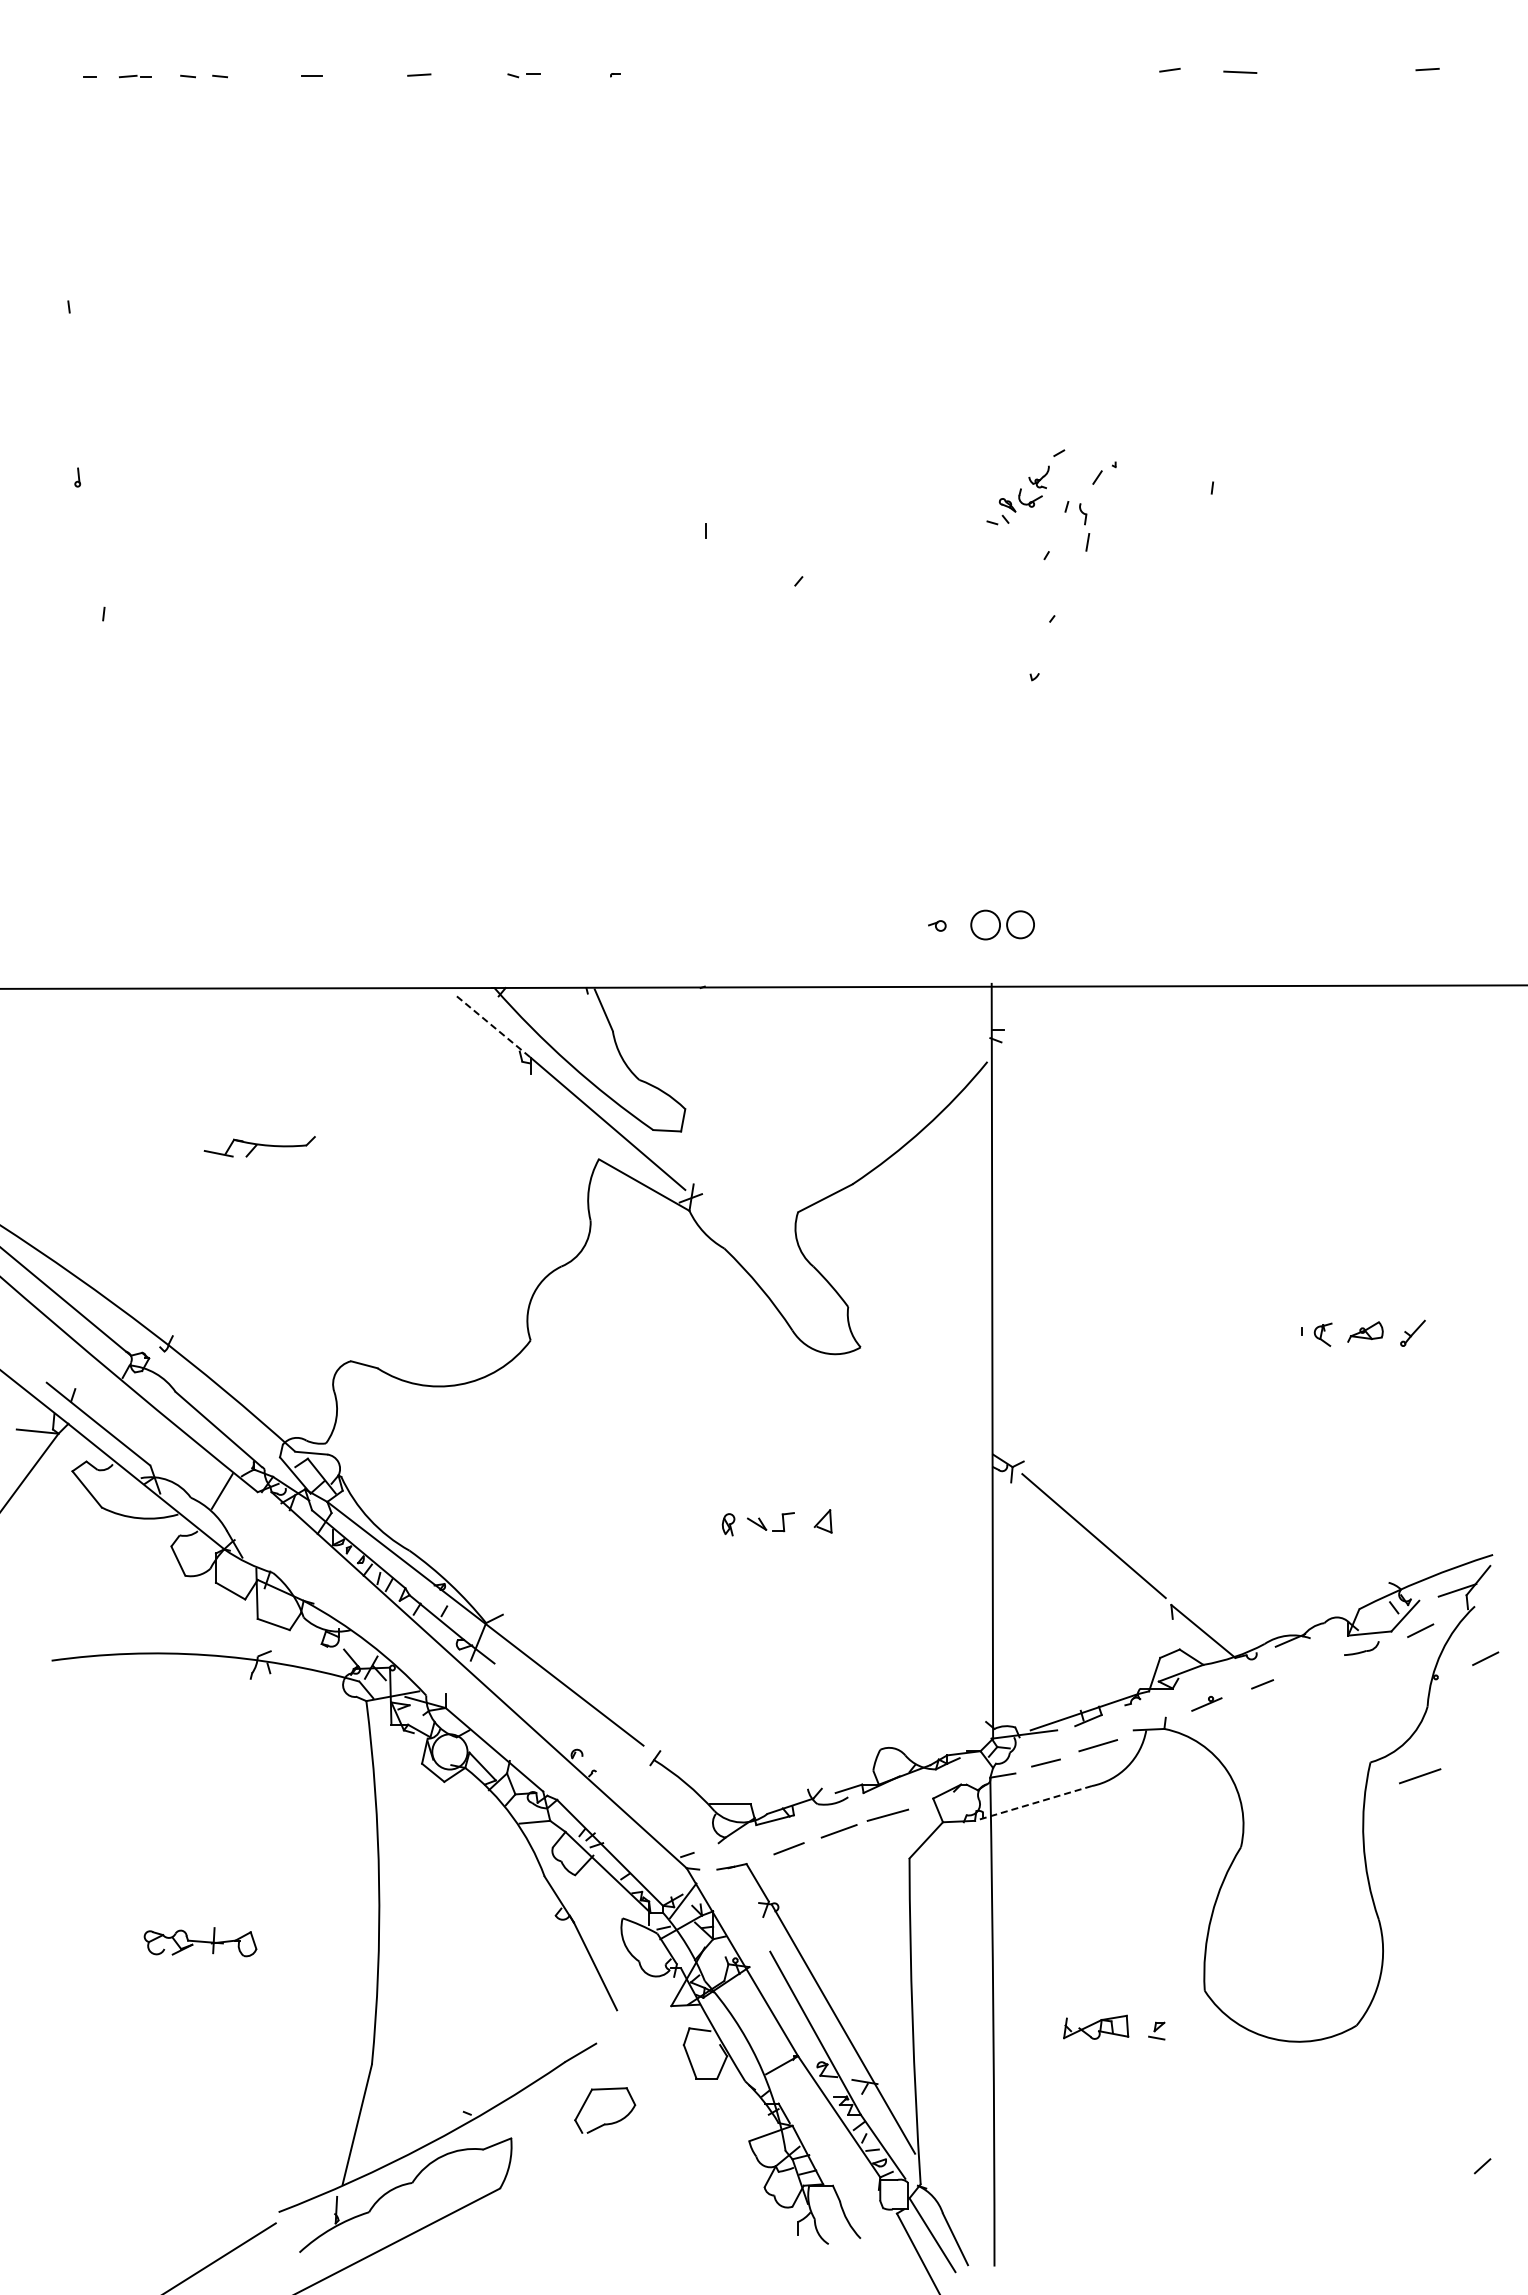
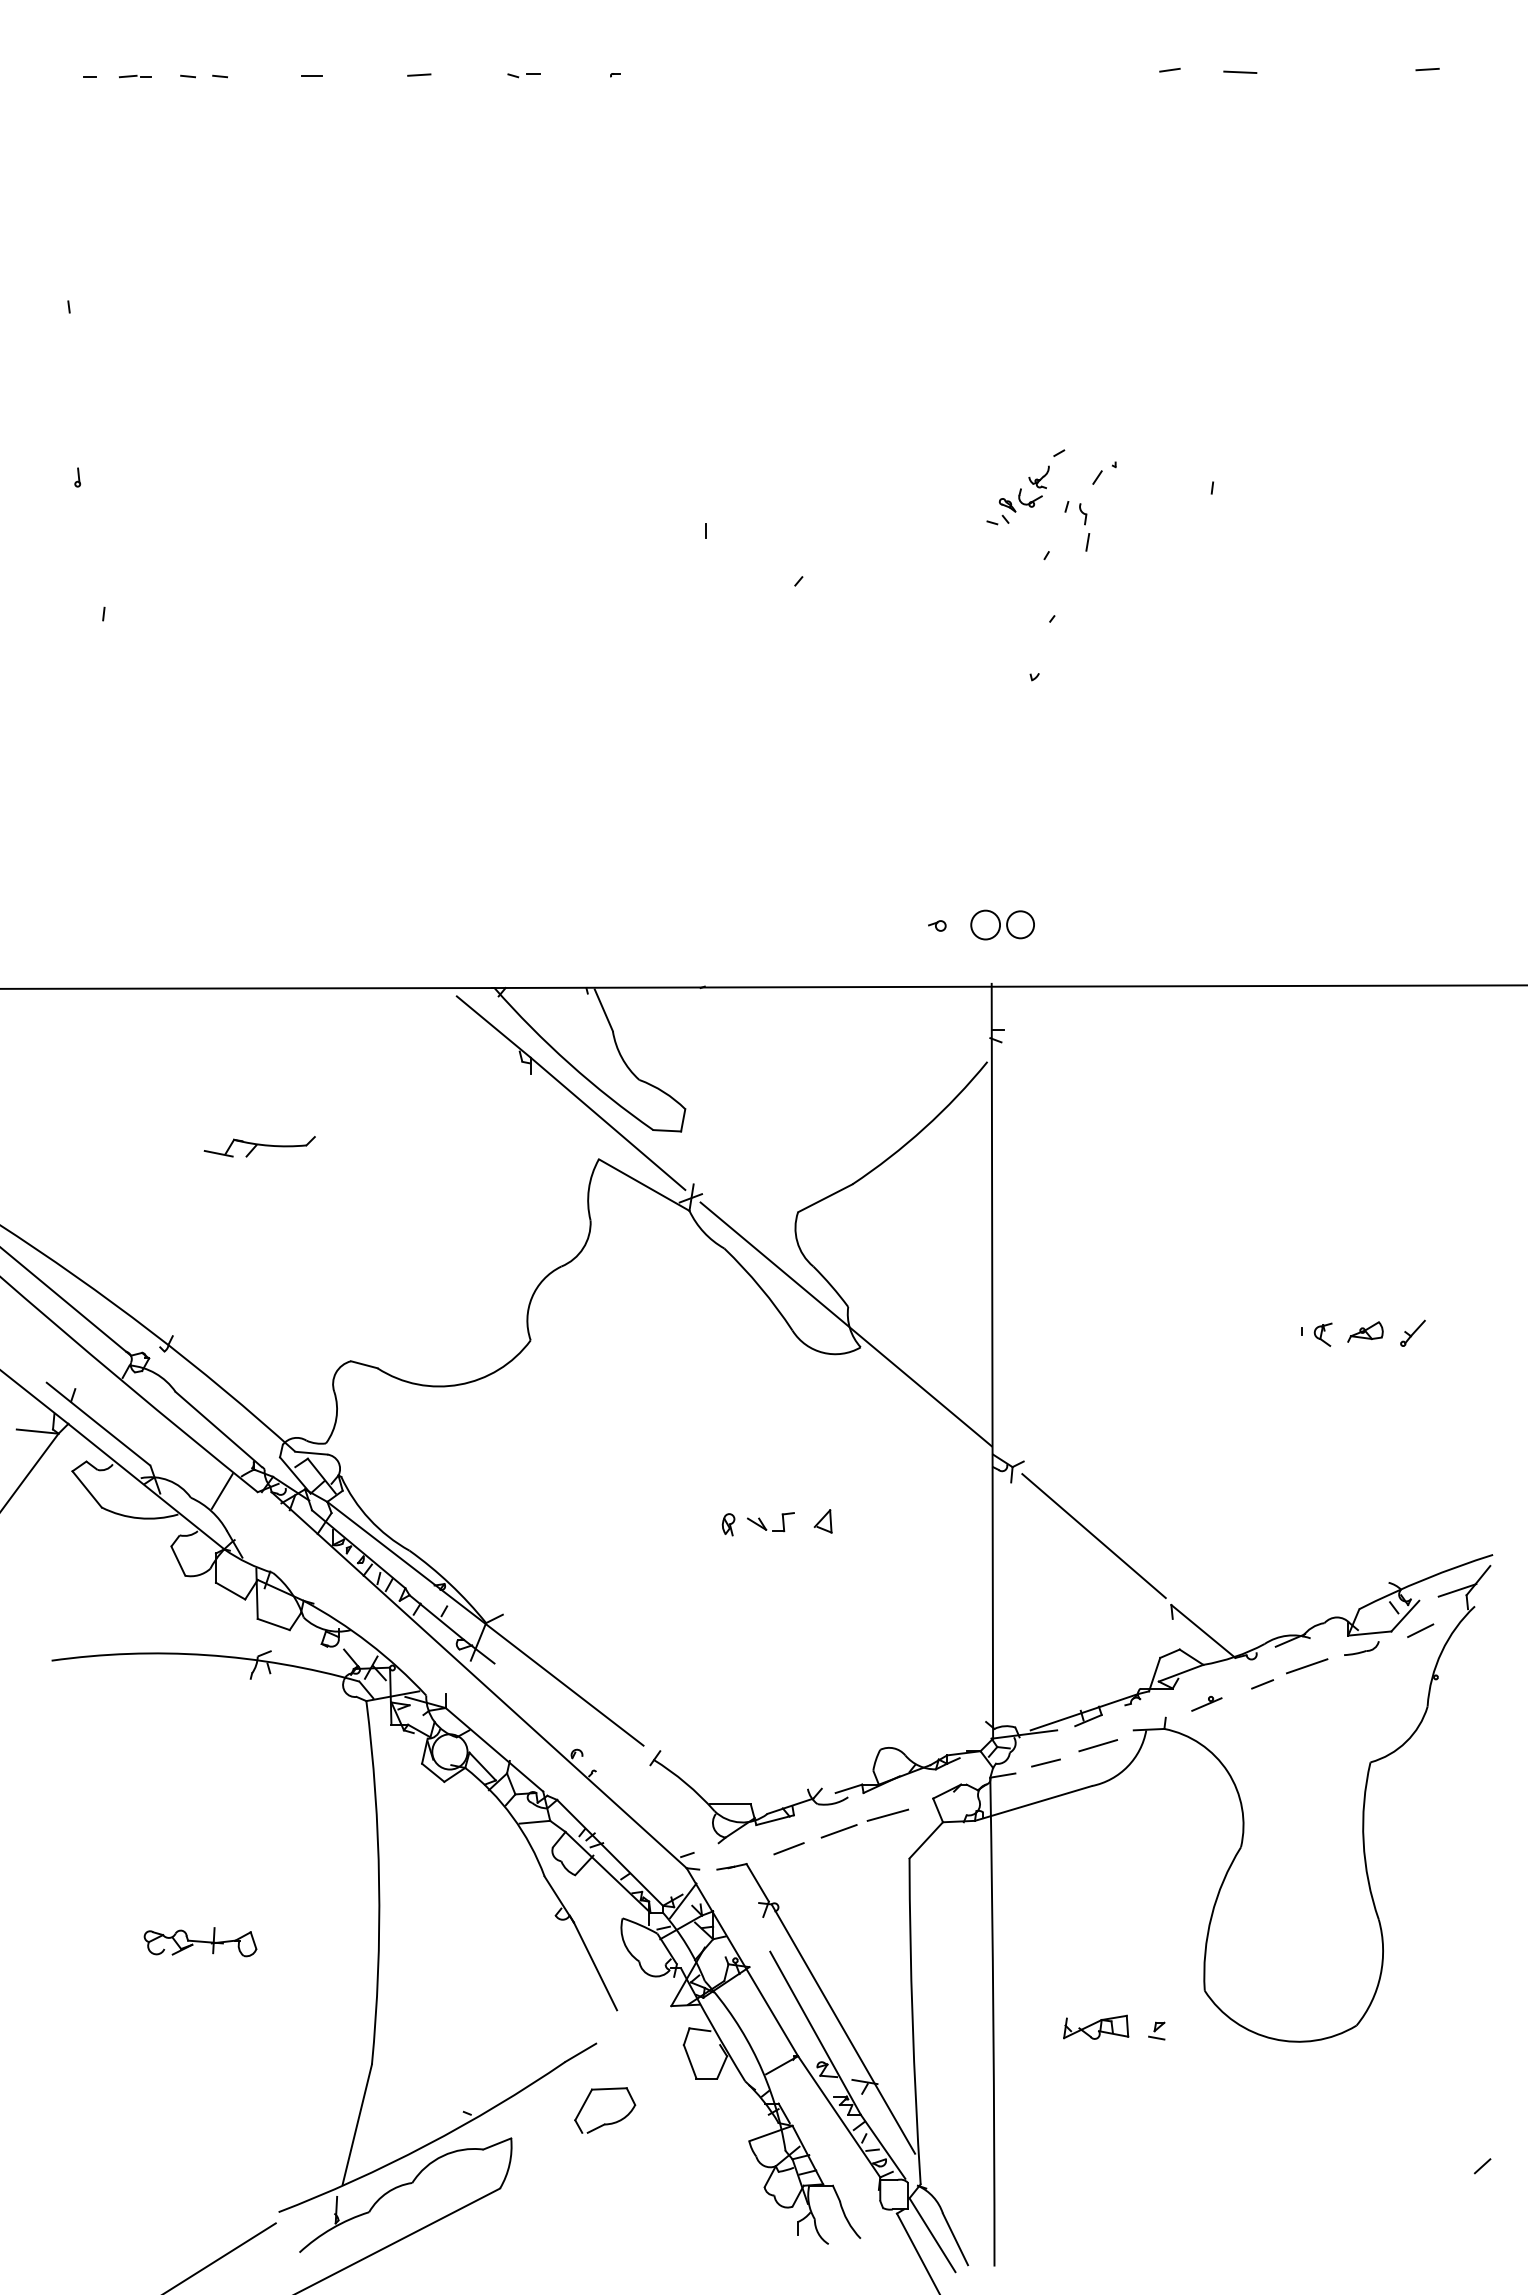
line at (493, 1027): dashed -> solid
line at (845, 1324): none -> present
line at (1485, 1658): present -> none
line at (1420, 1776) position: (1420, 1776) -> (1307, 1666)
line at (1033, 1803): dashed -> solid
